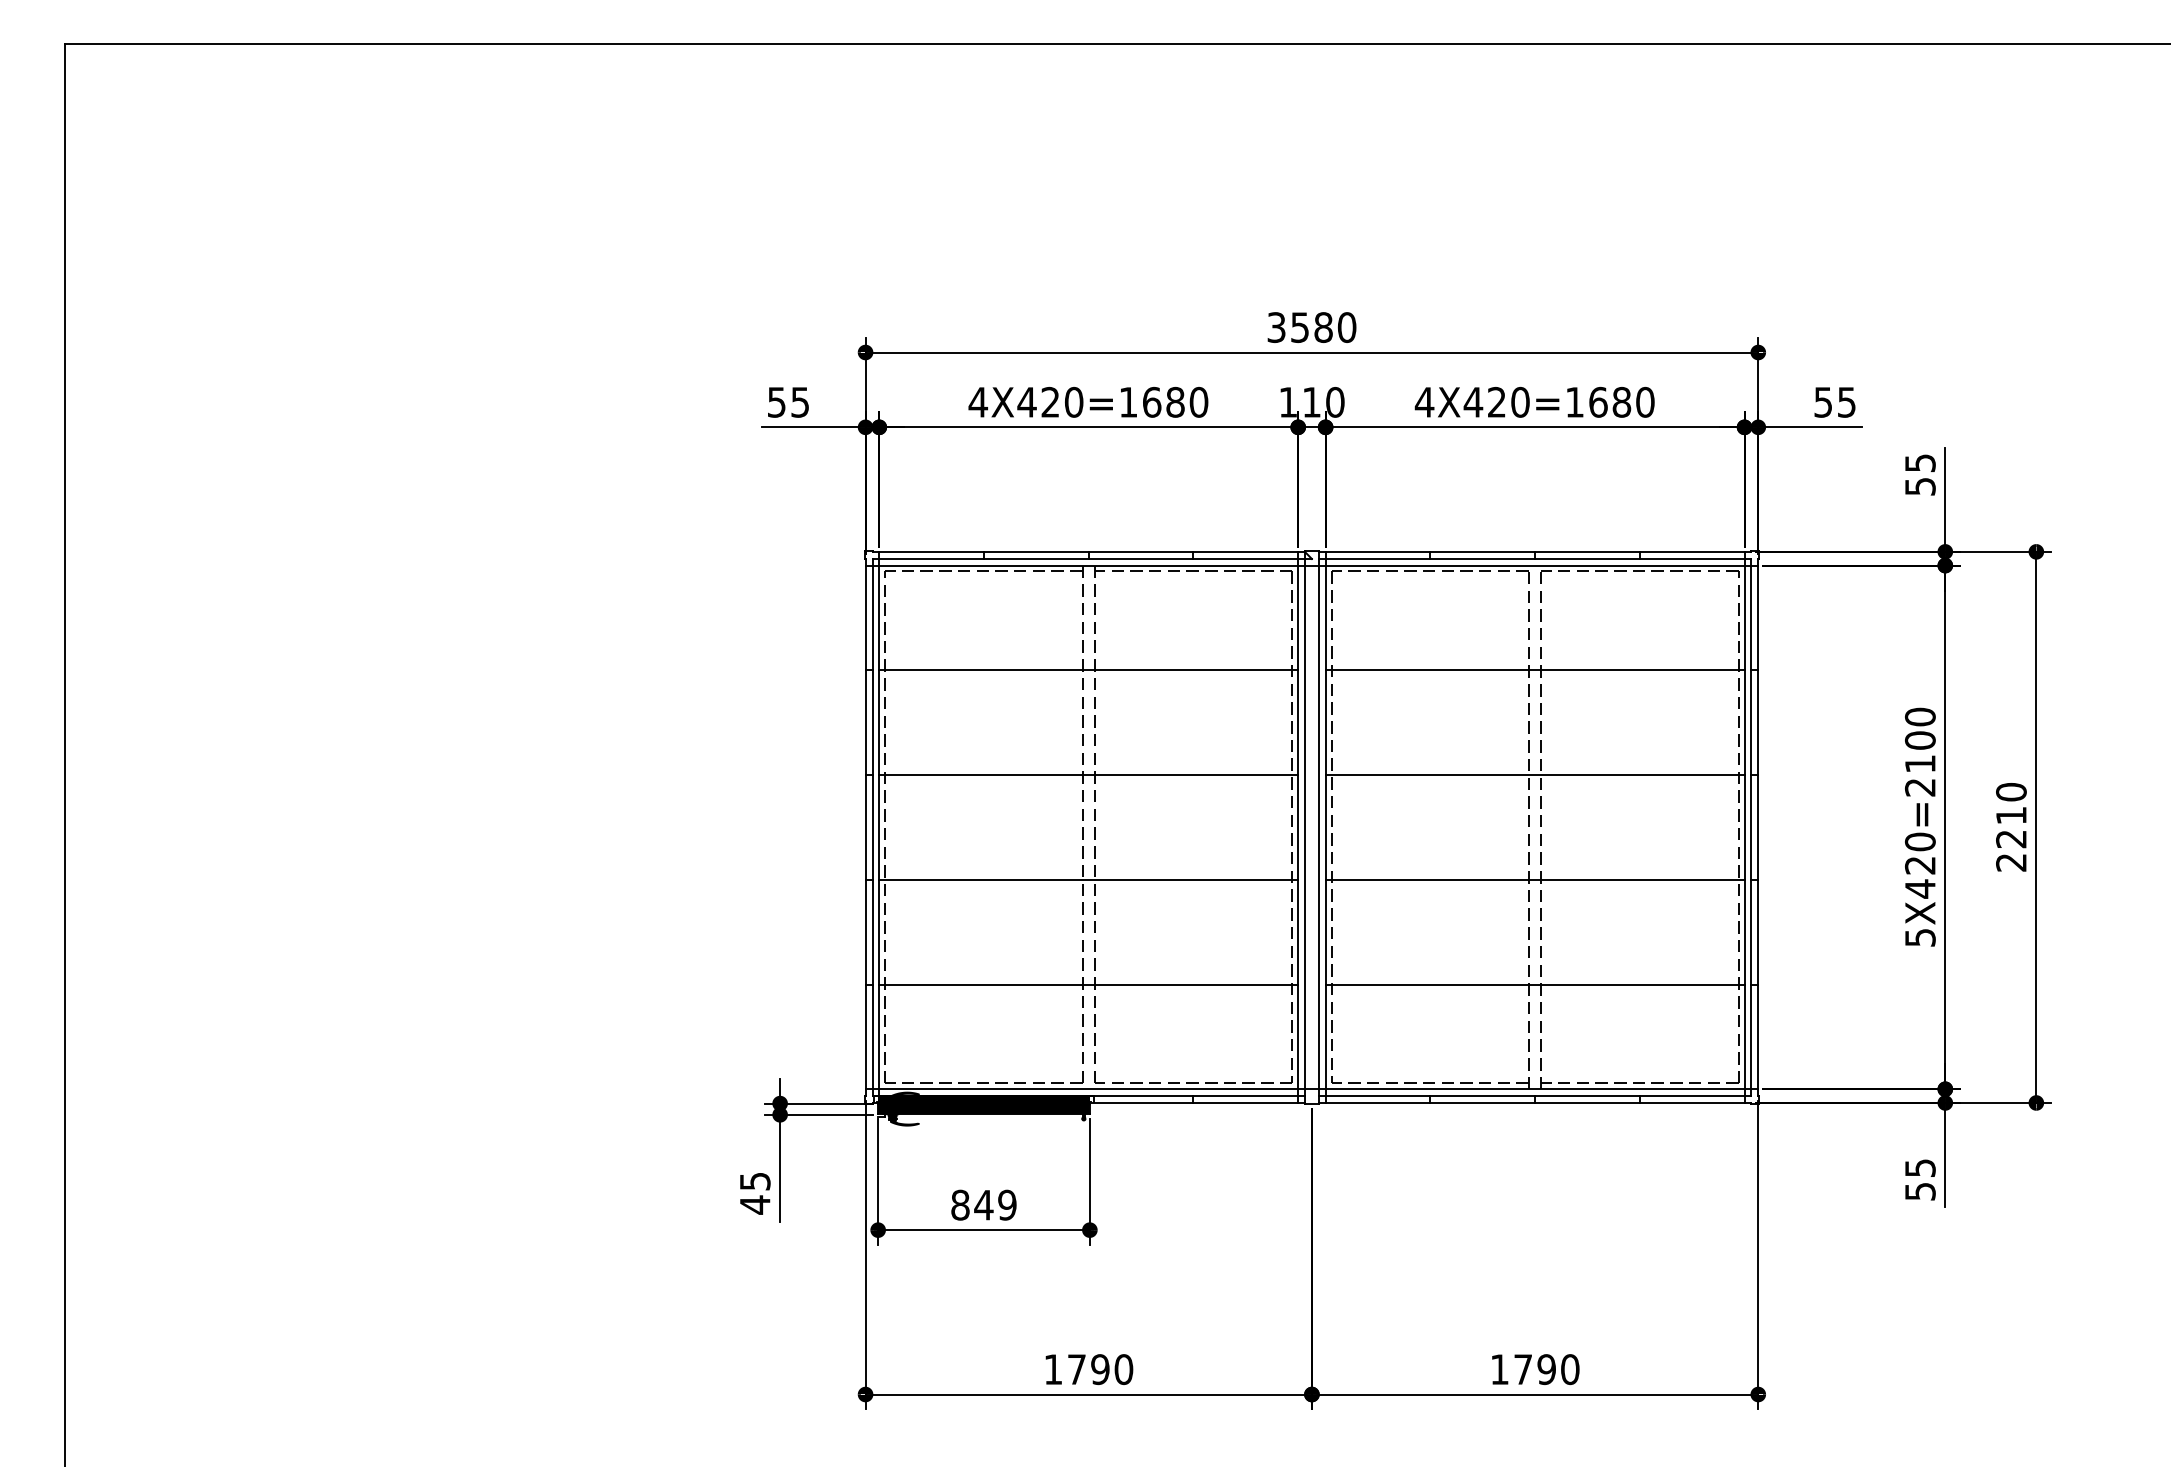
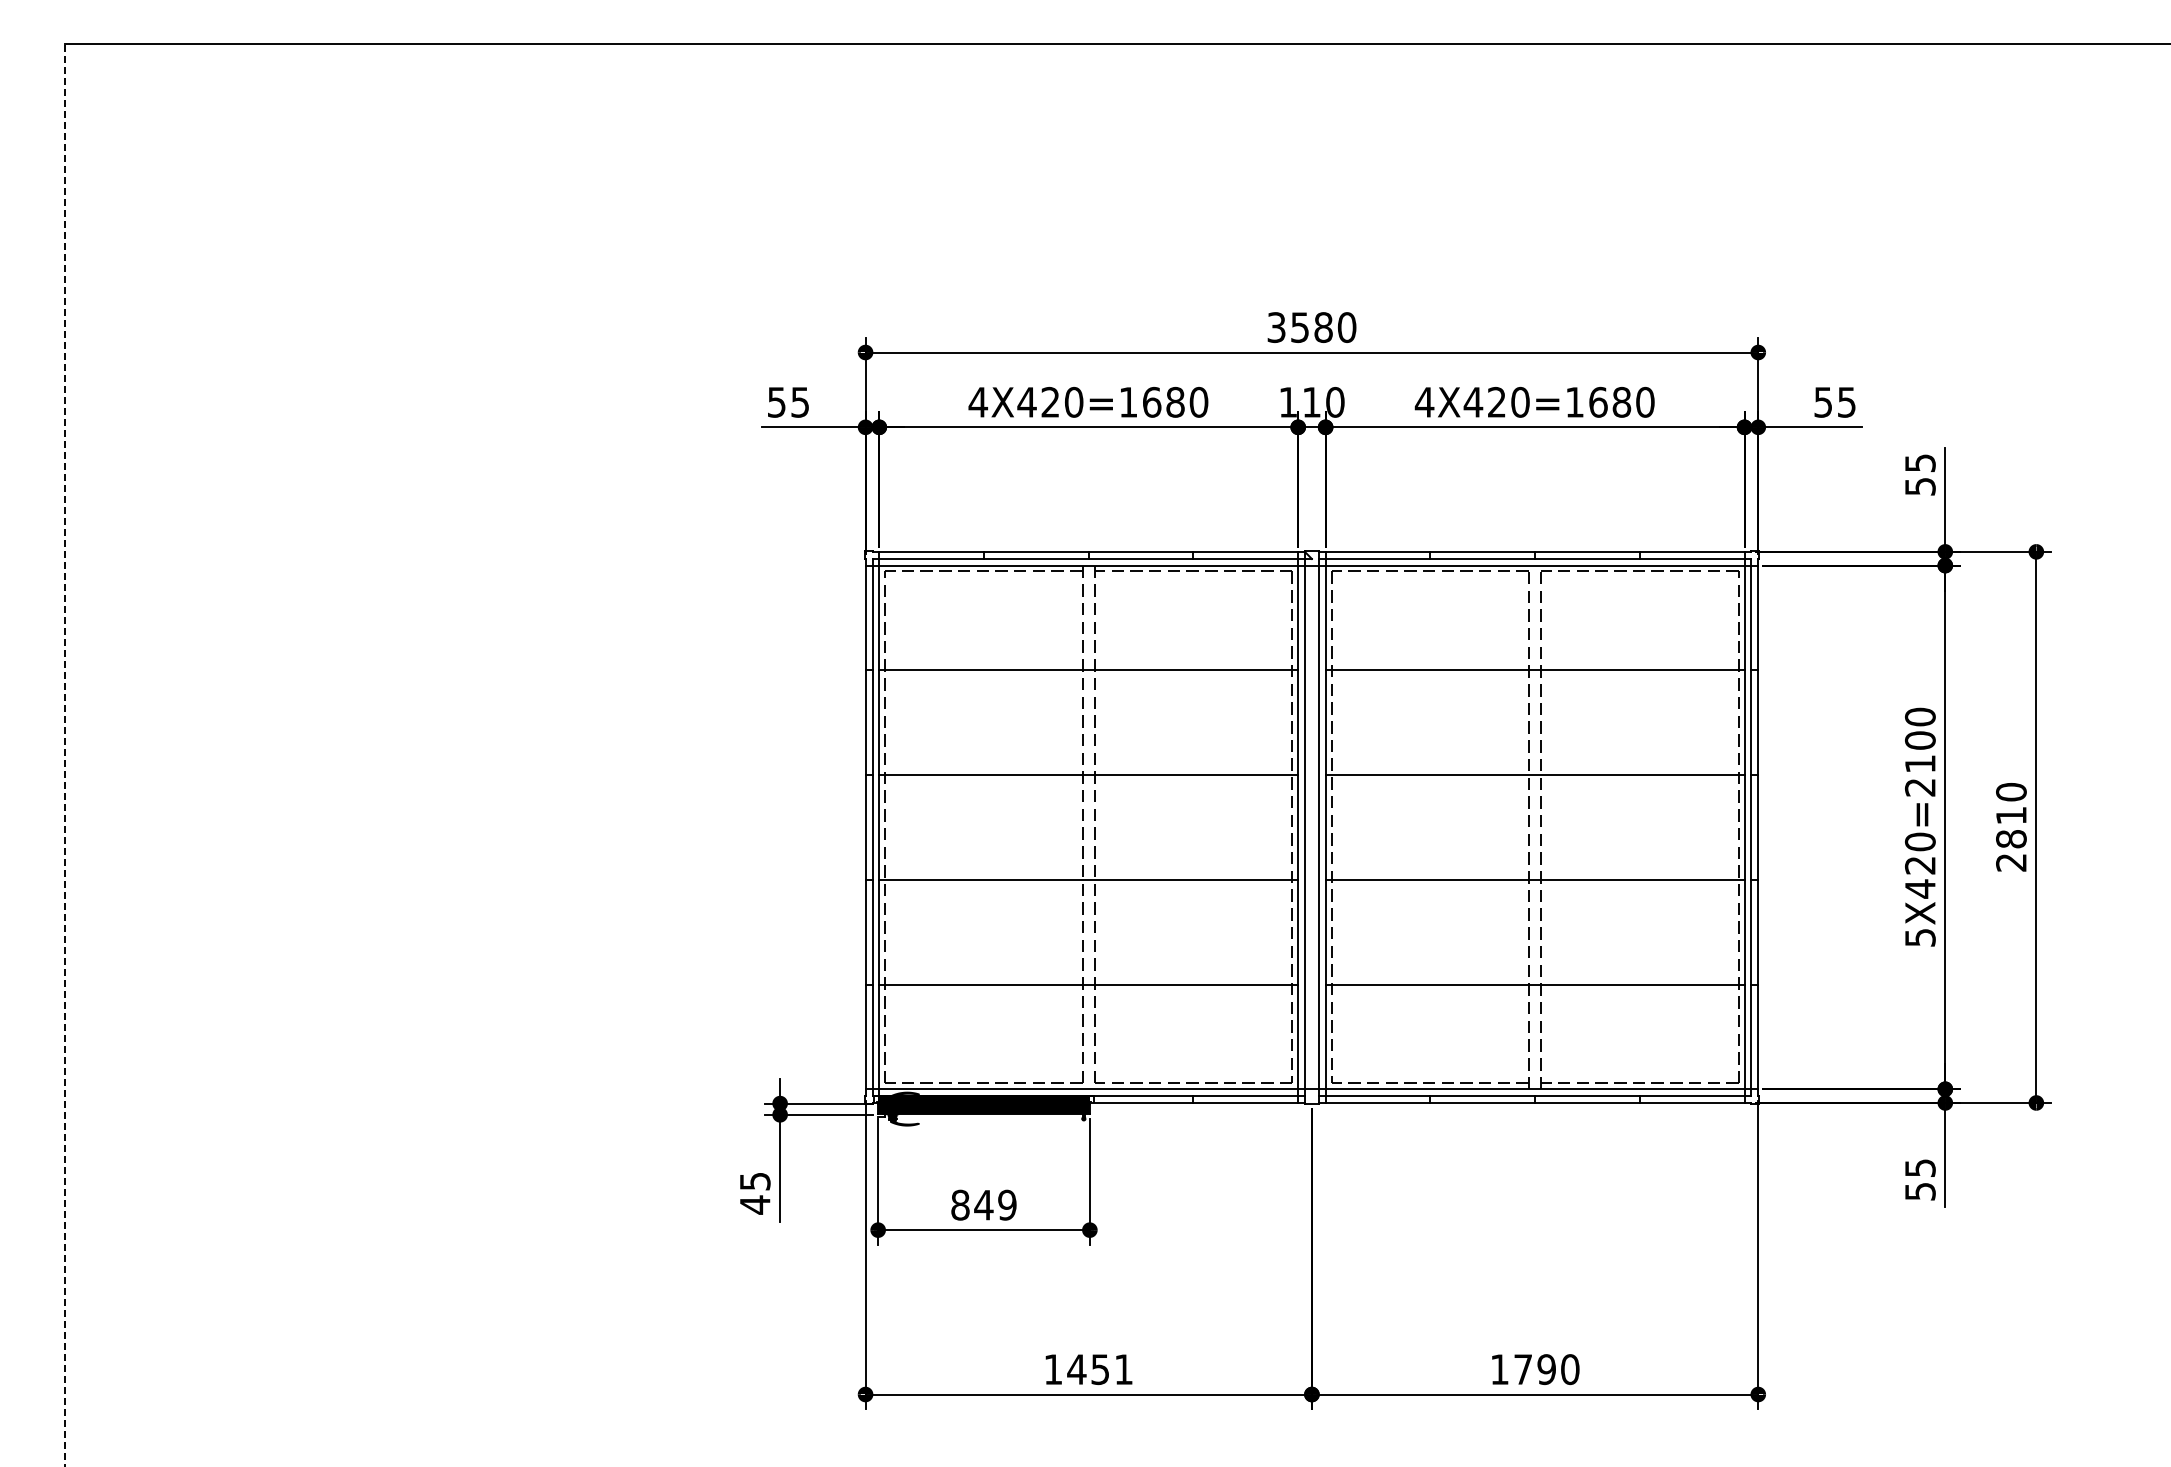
line at (65, 754): solid -> dashed
text at (2011, 839): 2210 -> 2810
text at (1100, 1369): 1790 -> 1451
